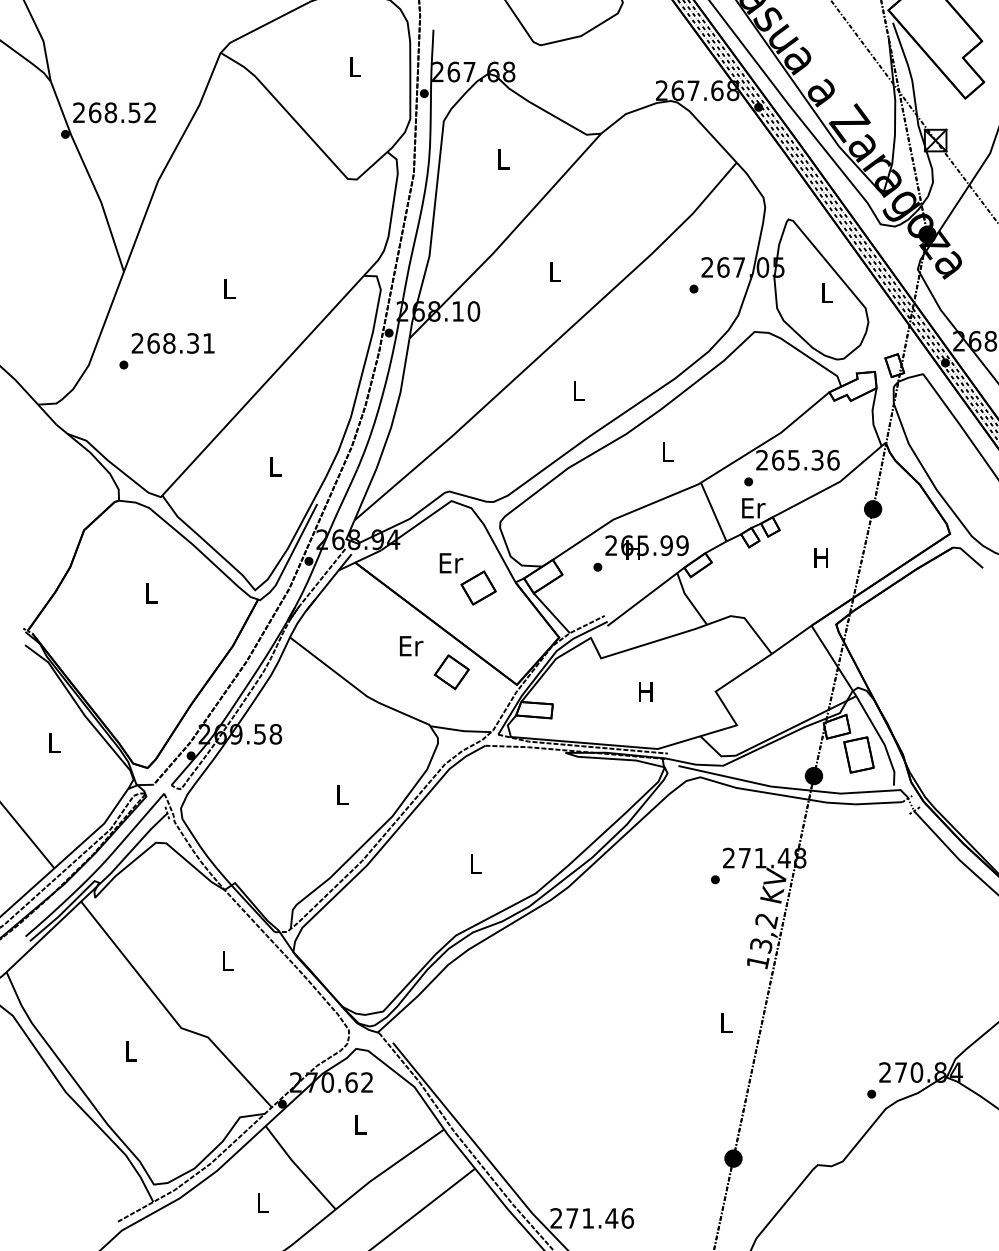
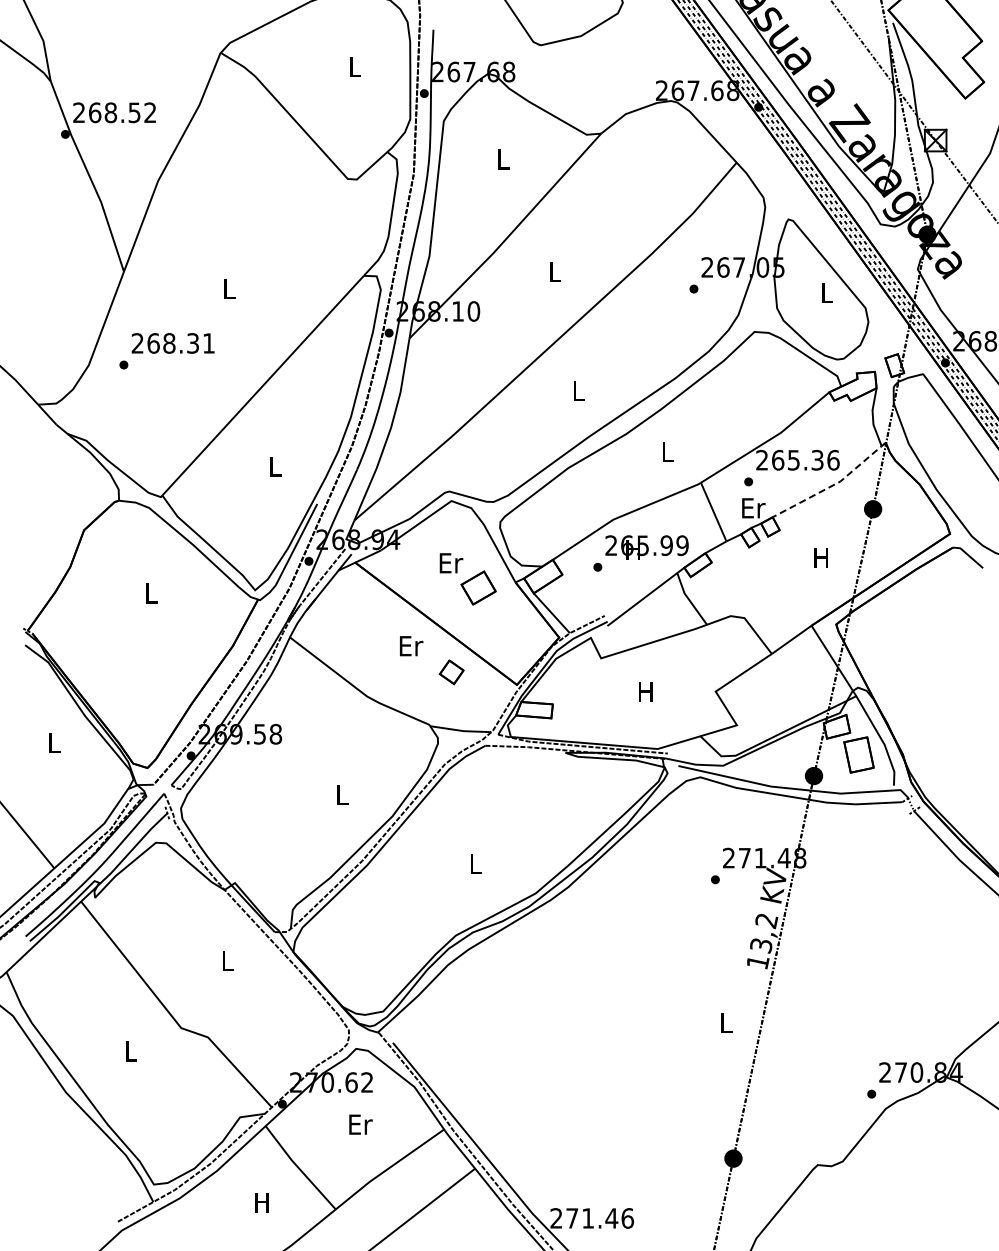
line at (833, 485): solid -> dashed
part at (451, 672) size: 37x37 px -> 27x27 px
text at (360, 1124): L -> Er
text at (261, 1202): L -> H
